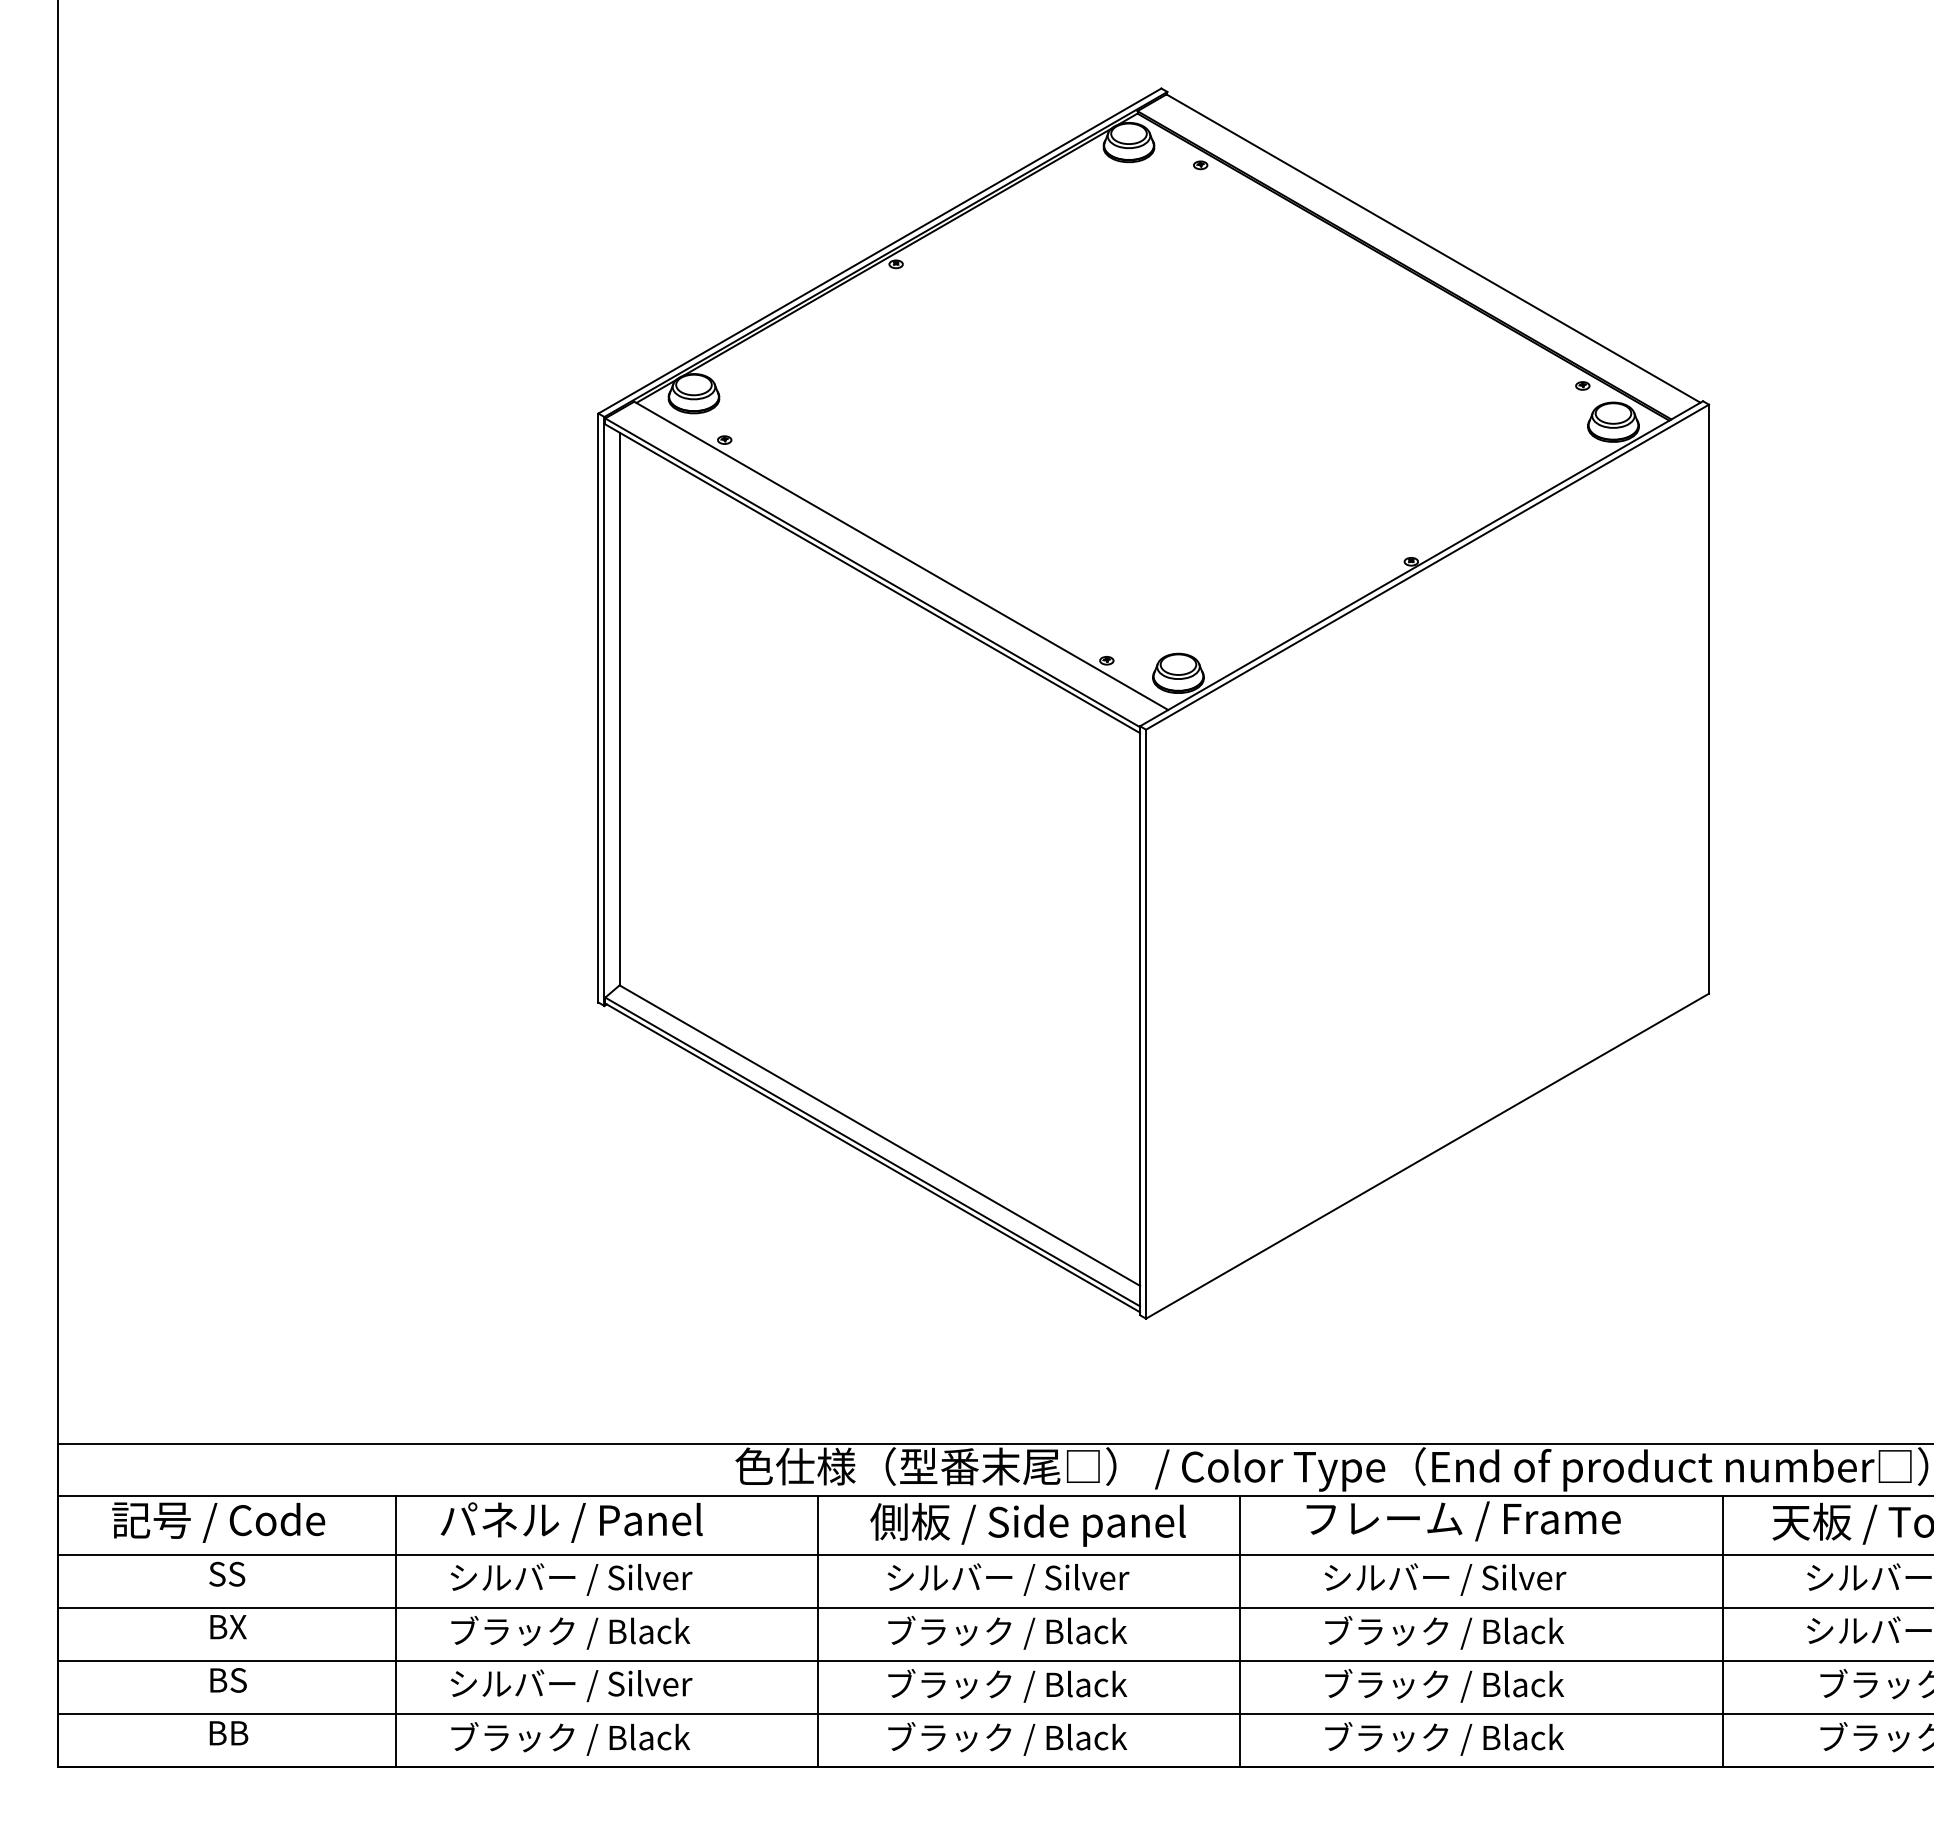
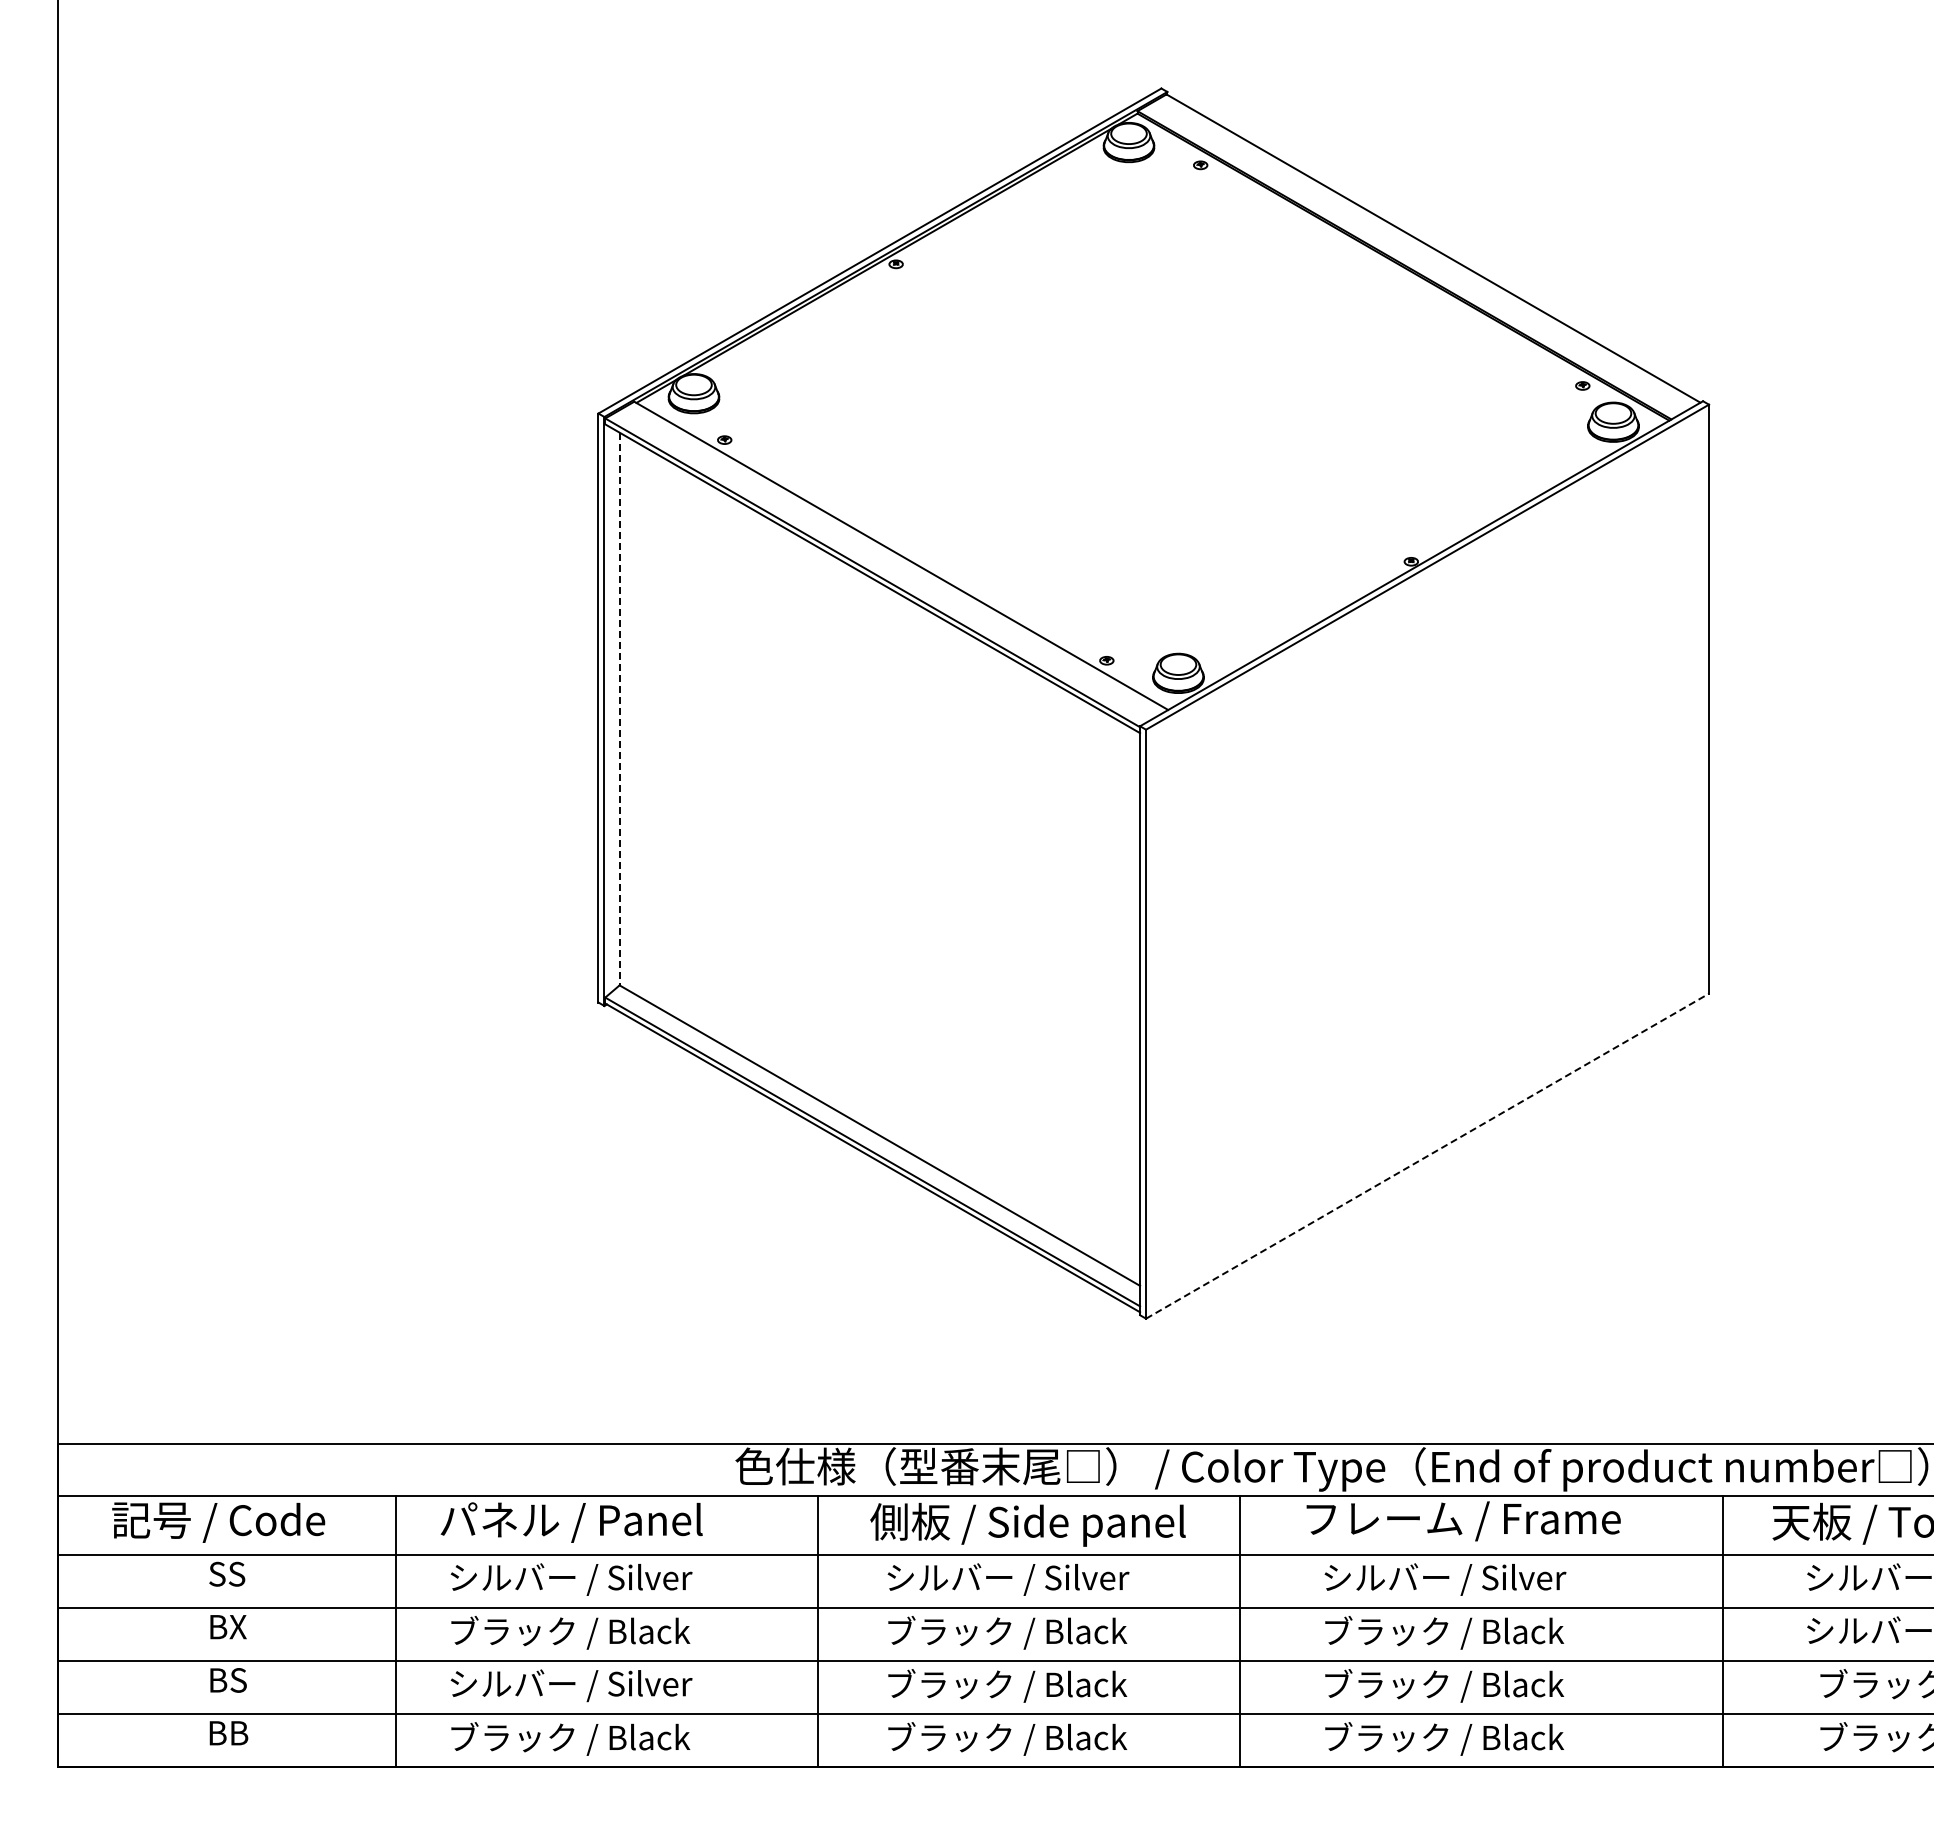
line at (619, 709): solid -> dashed
line at (1427, 1155): solid -> dashed
